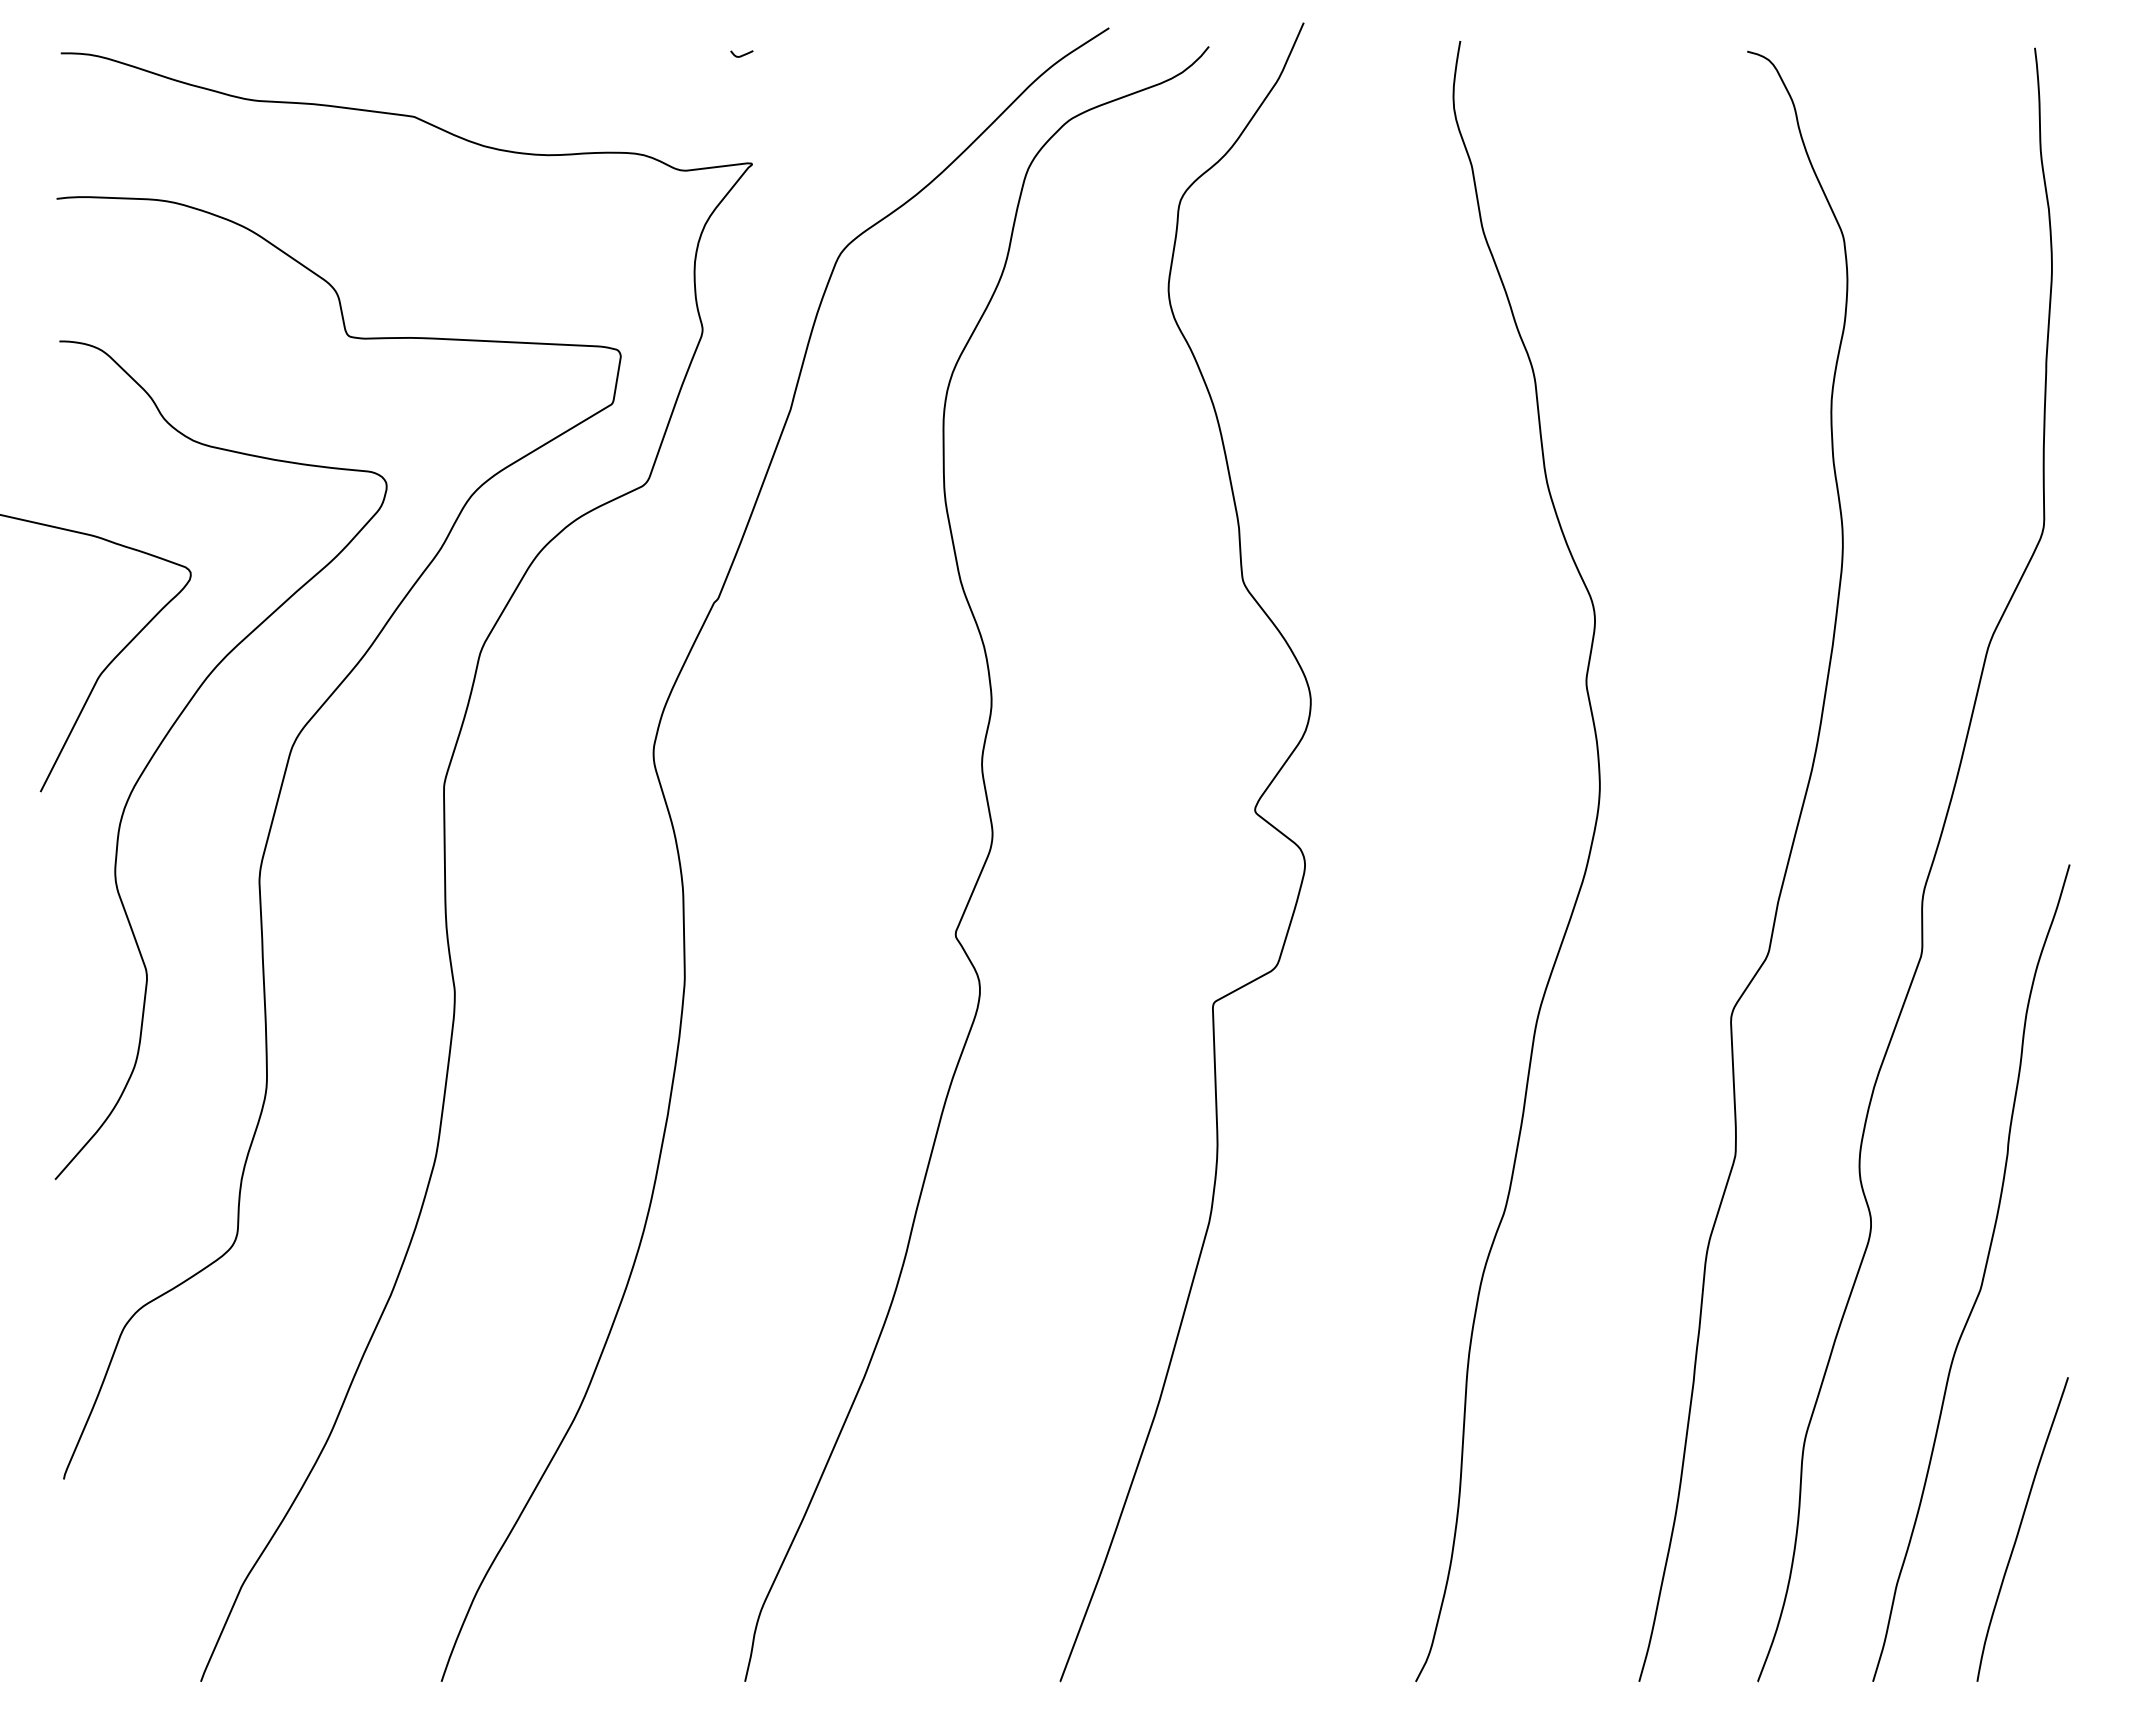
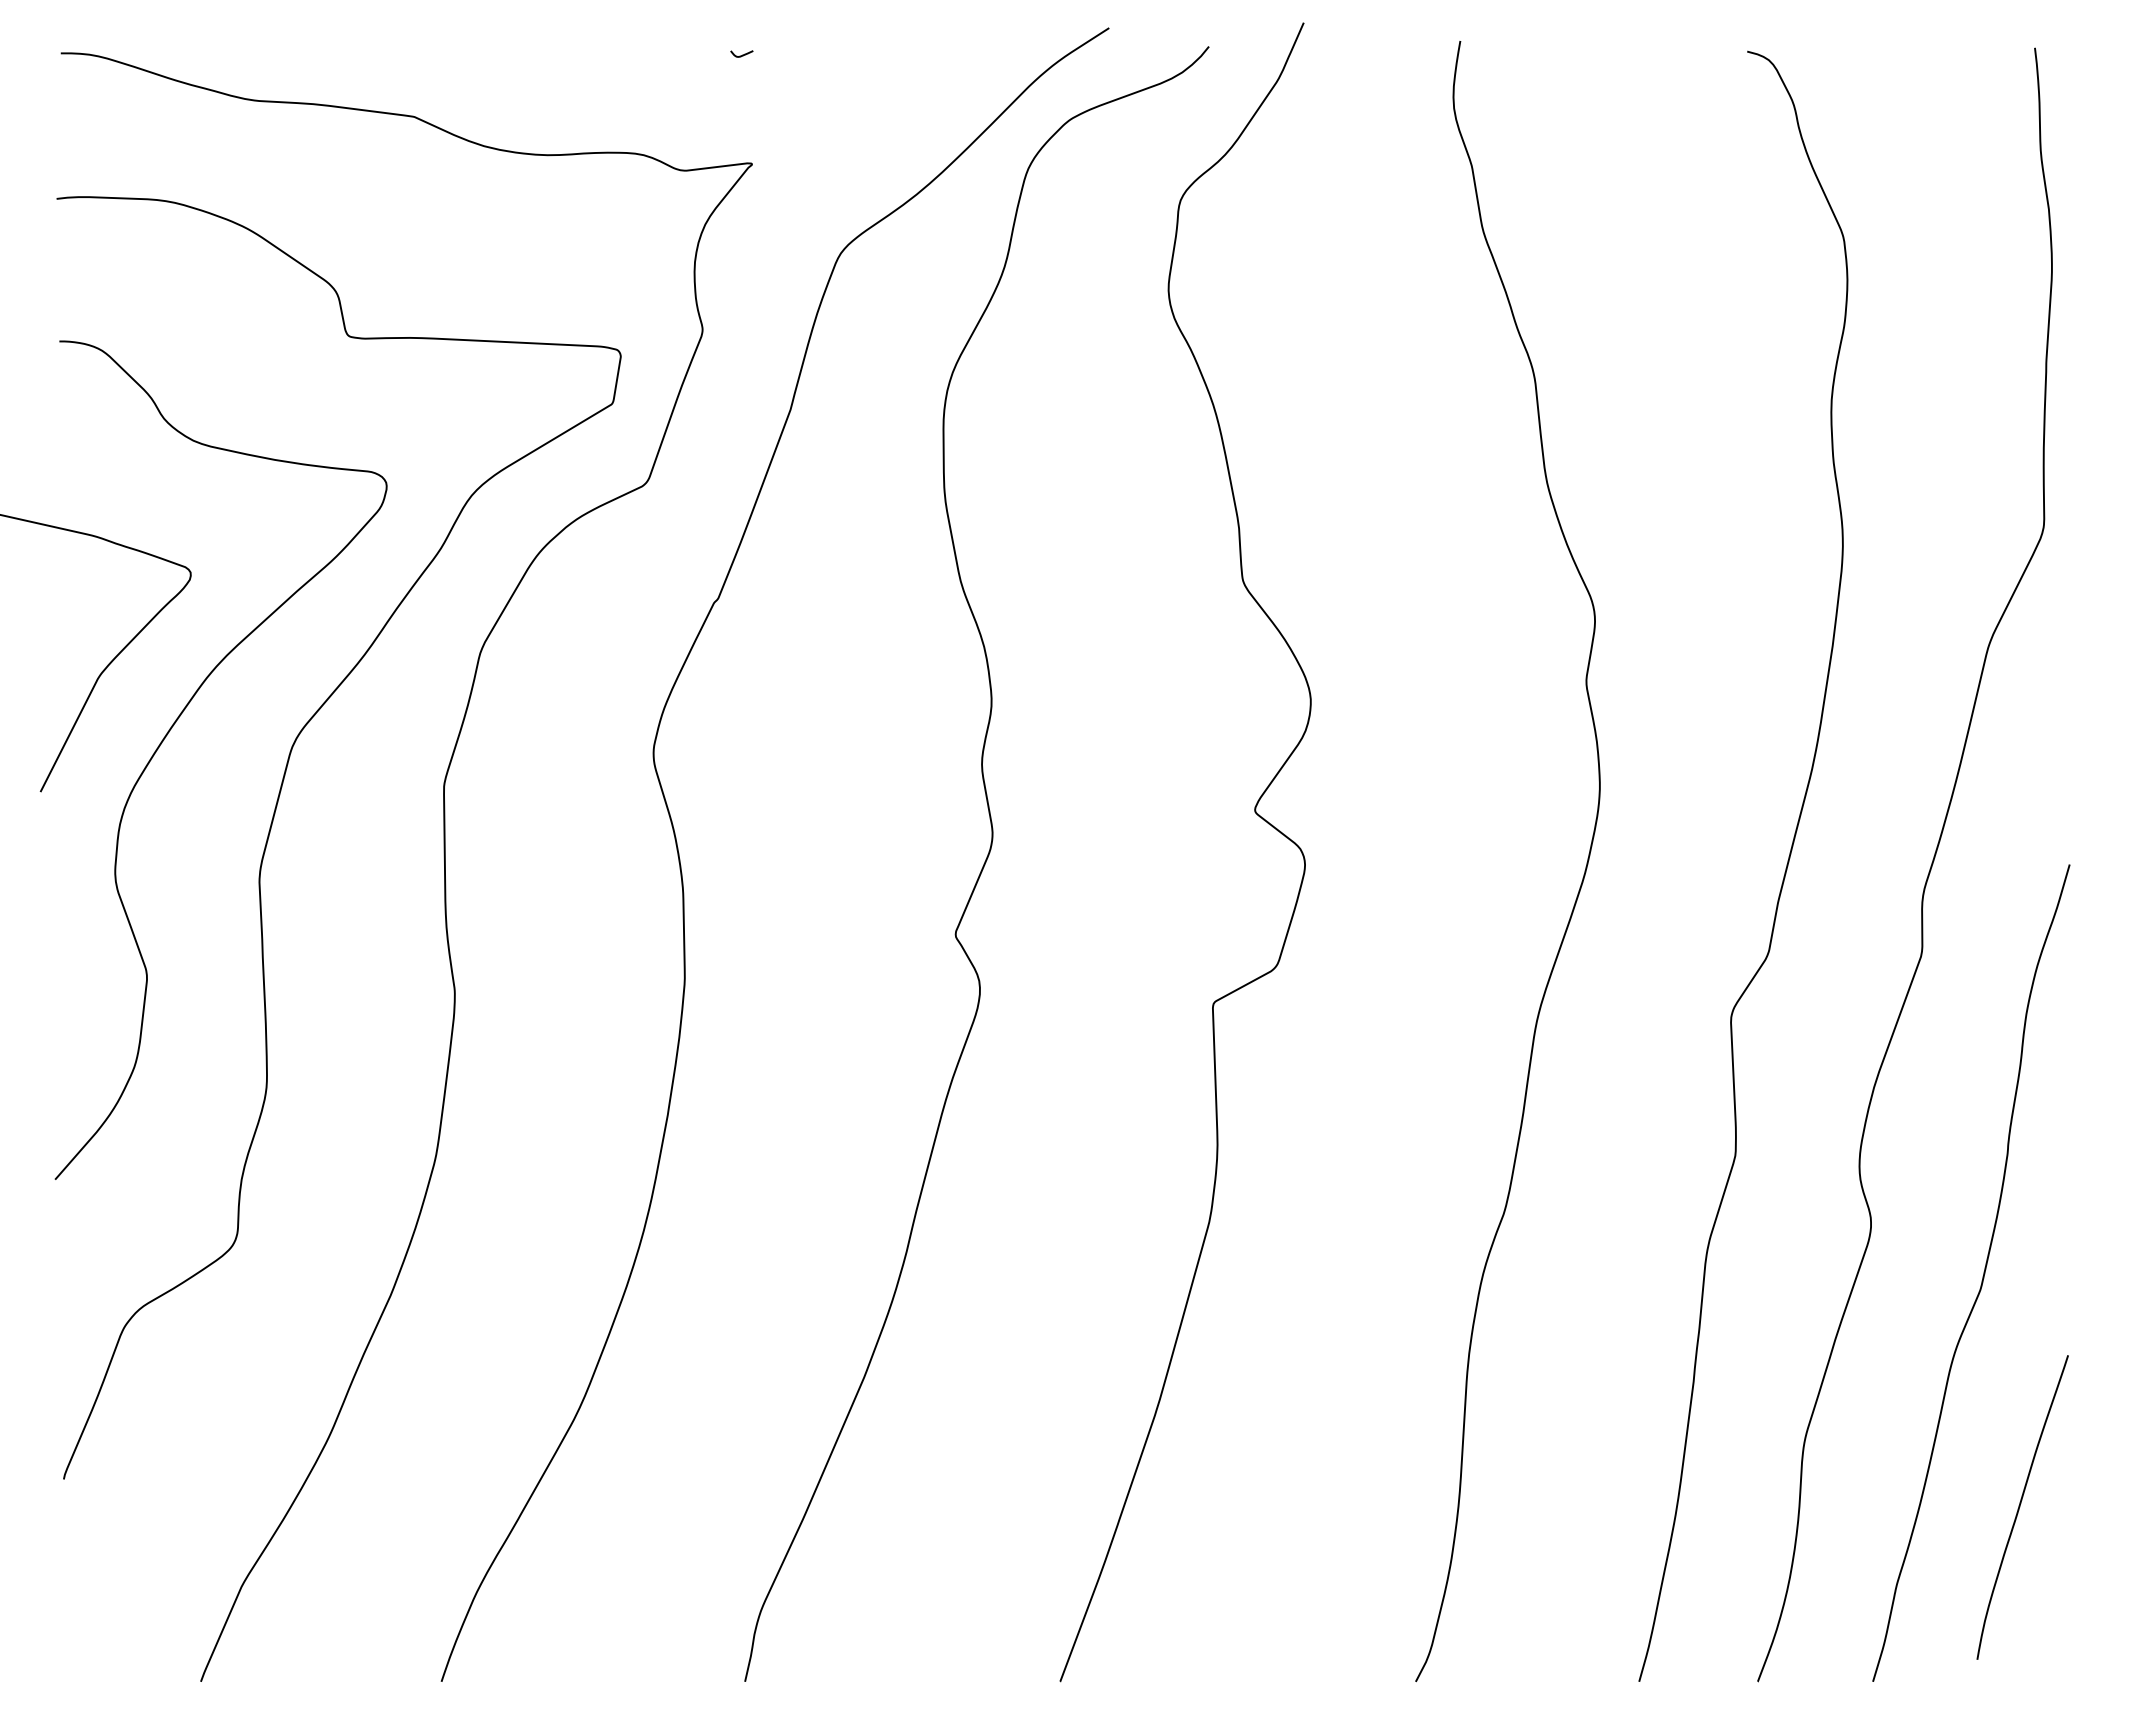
curve at (2020, 1529) position: (2020, 1529) -> (2020, 1507)
